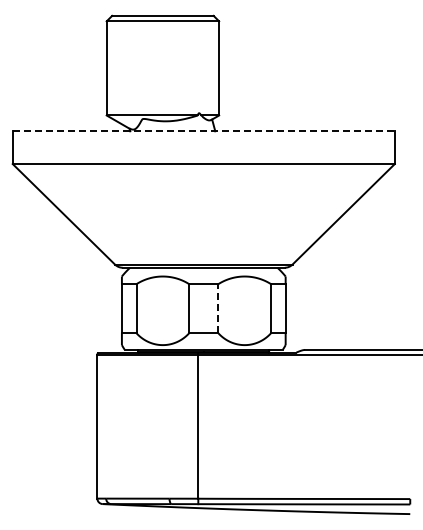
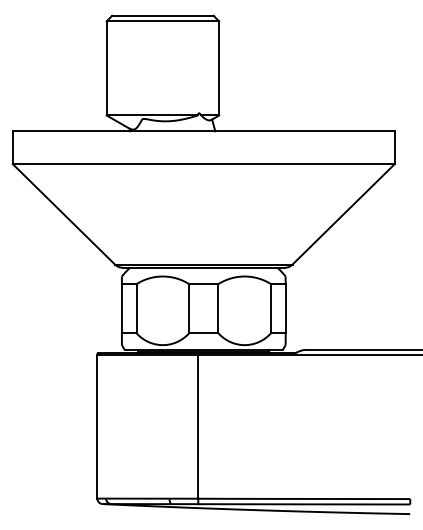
line at (204, 131): dashed -> solid
line at (218, 308): dashed -> solid
